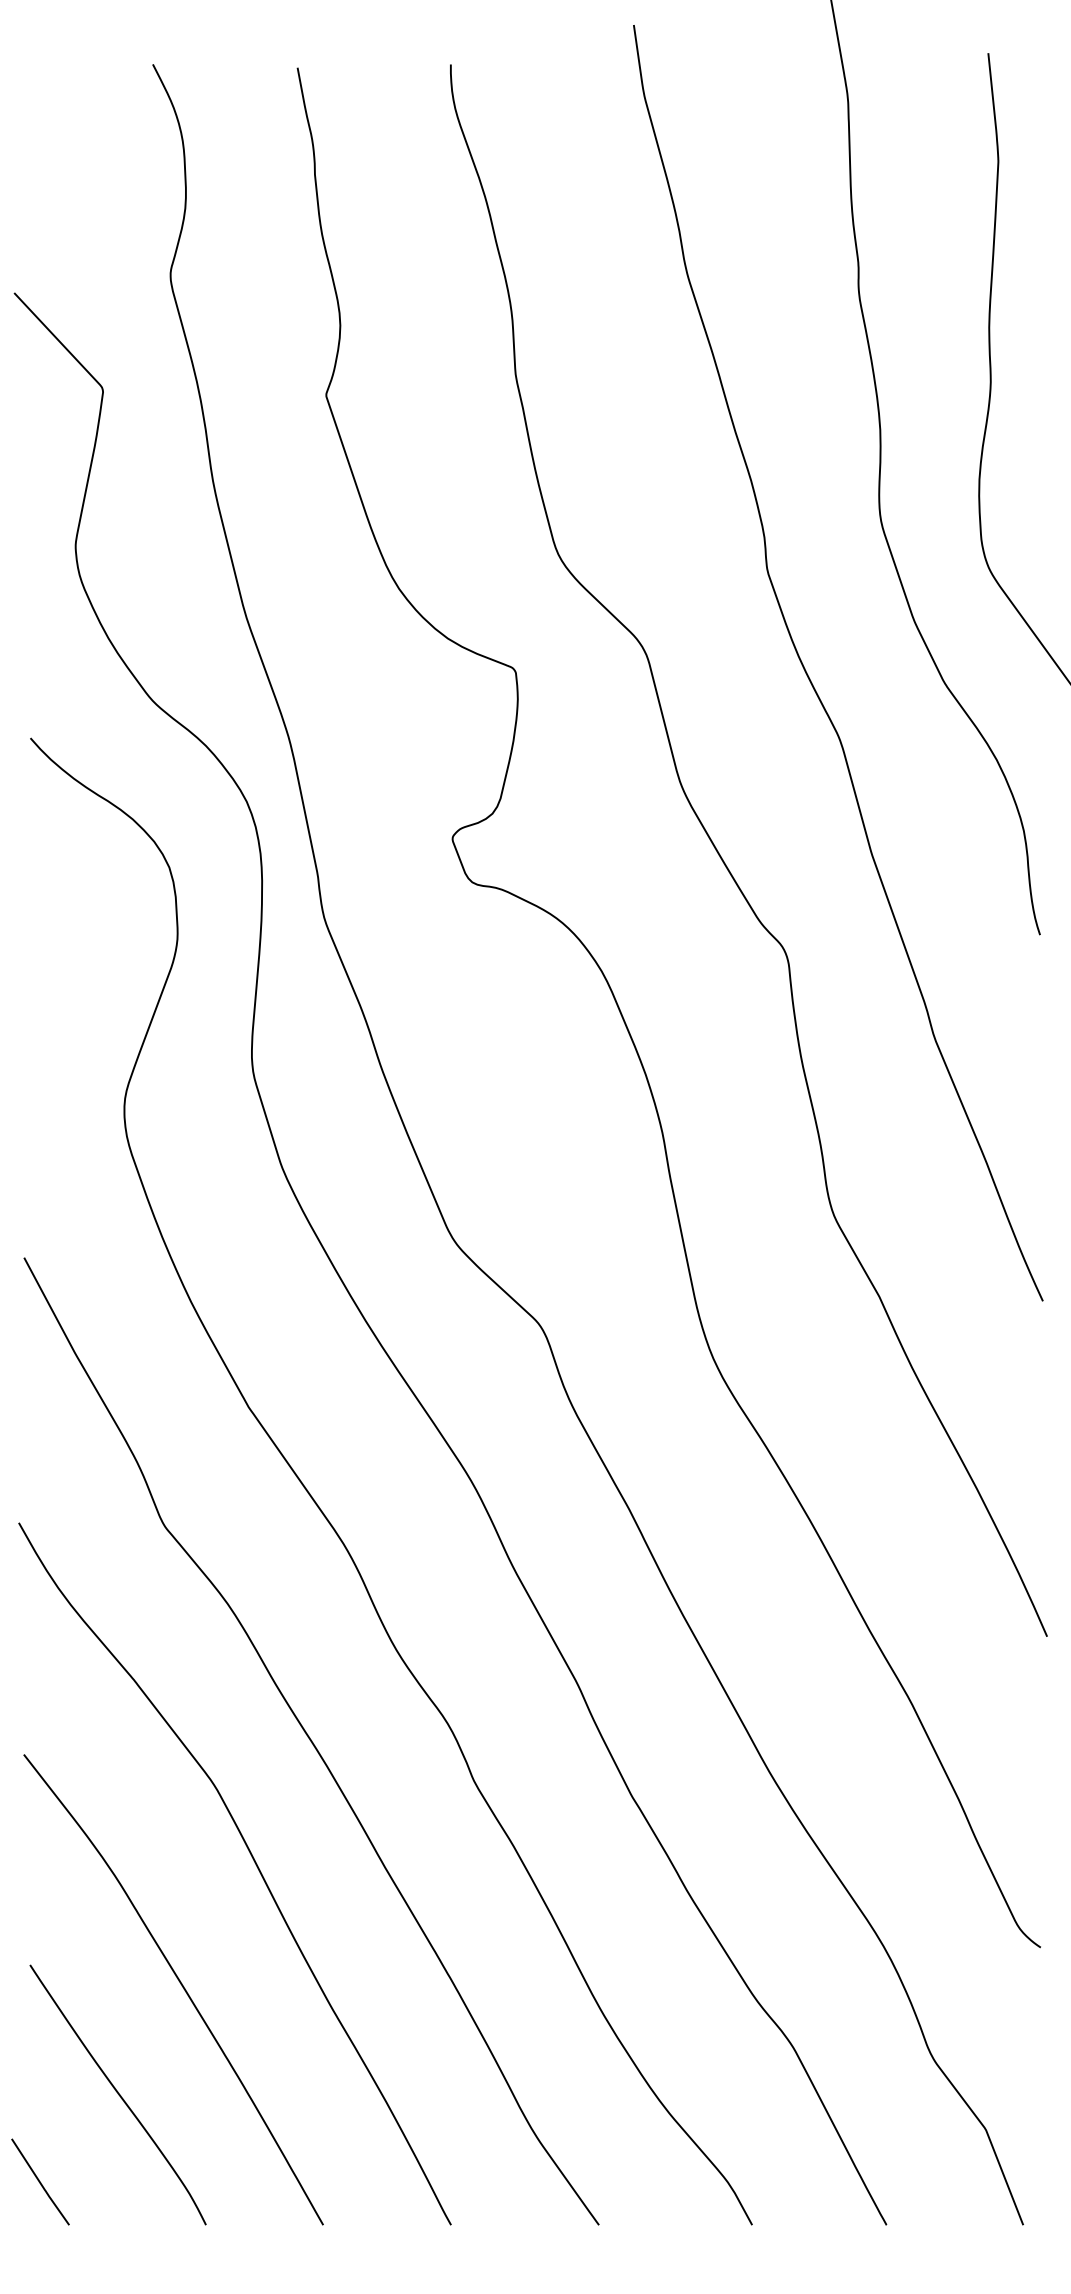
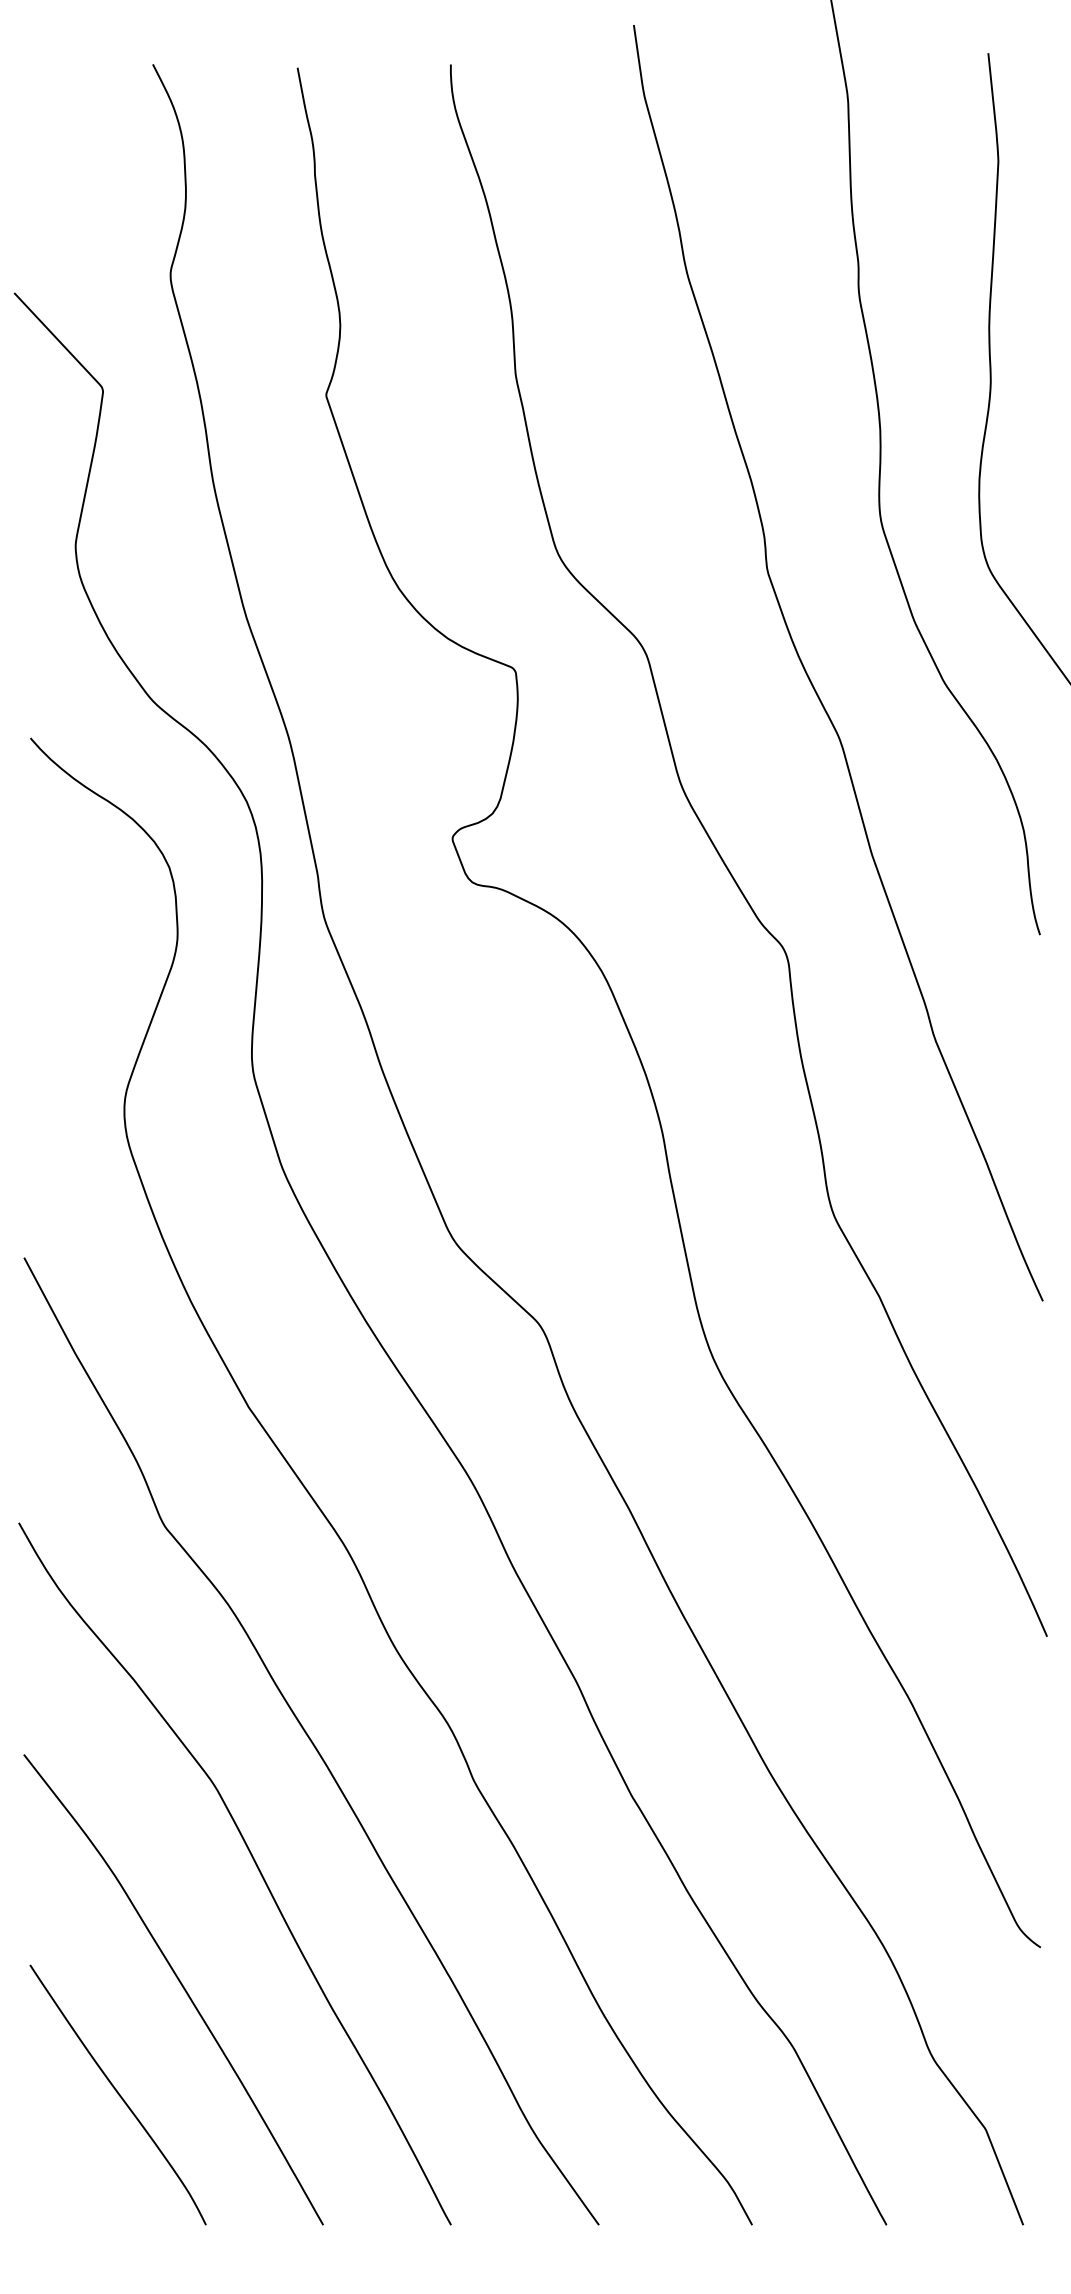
line at (40, 2181): present -> none
